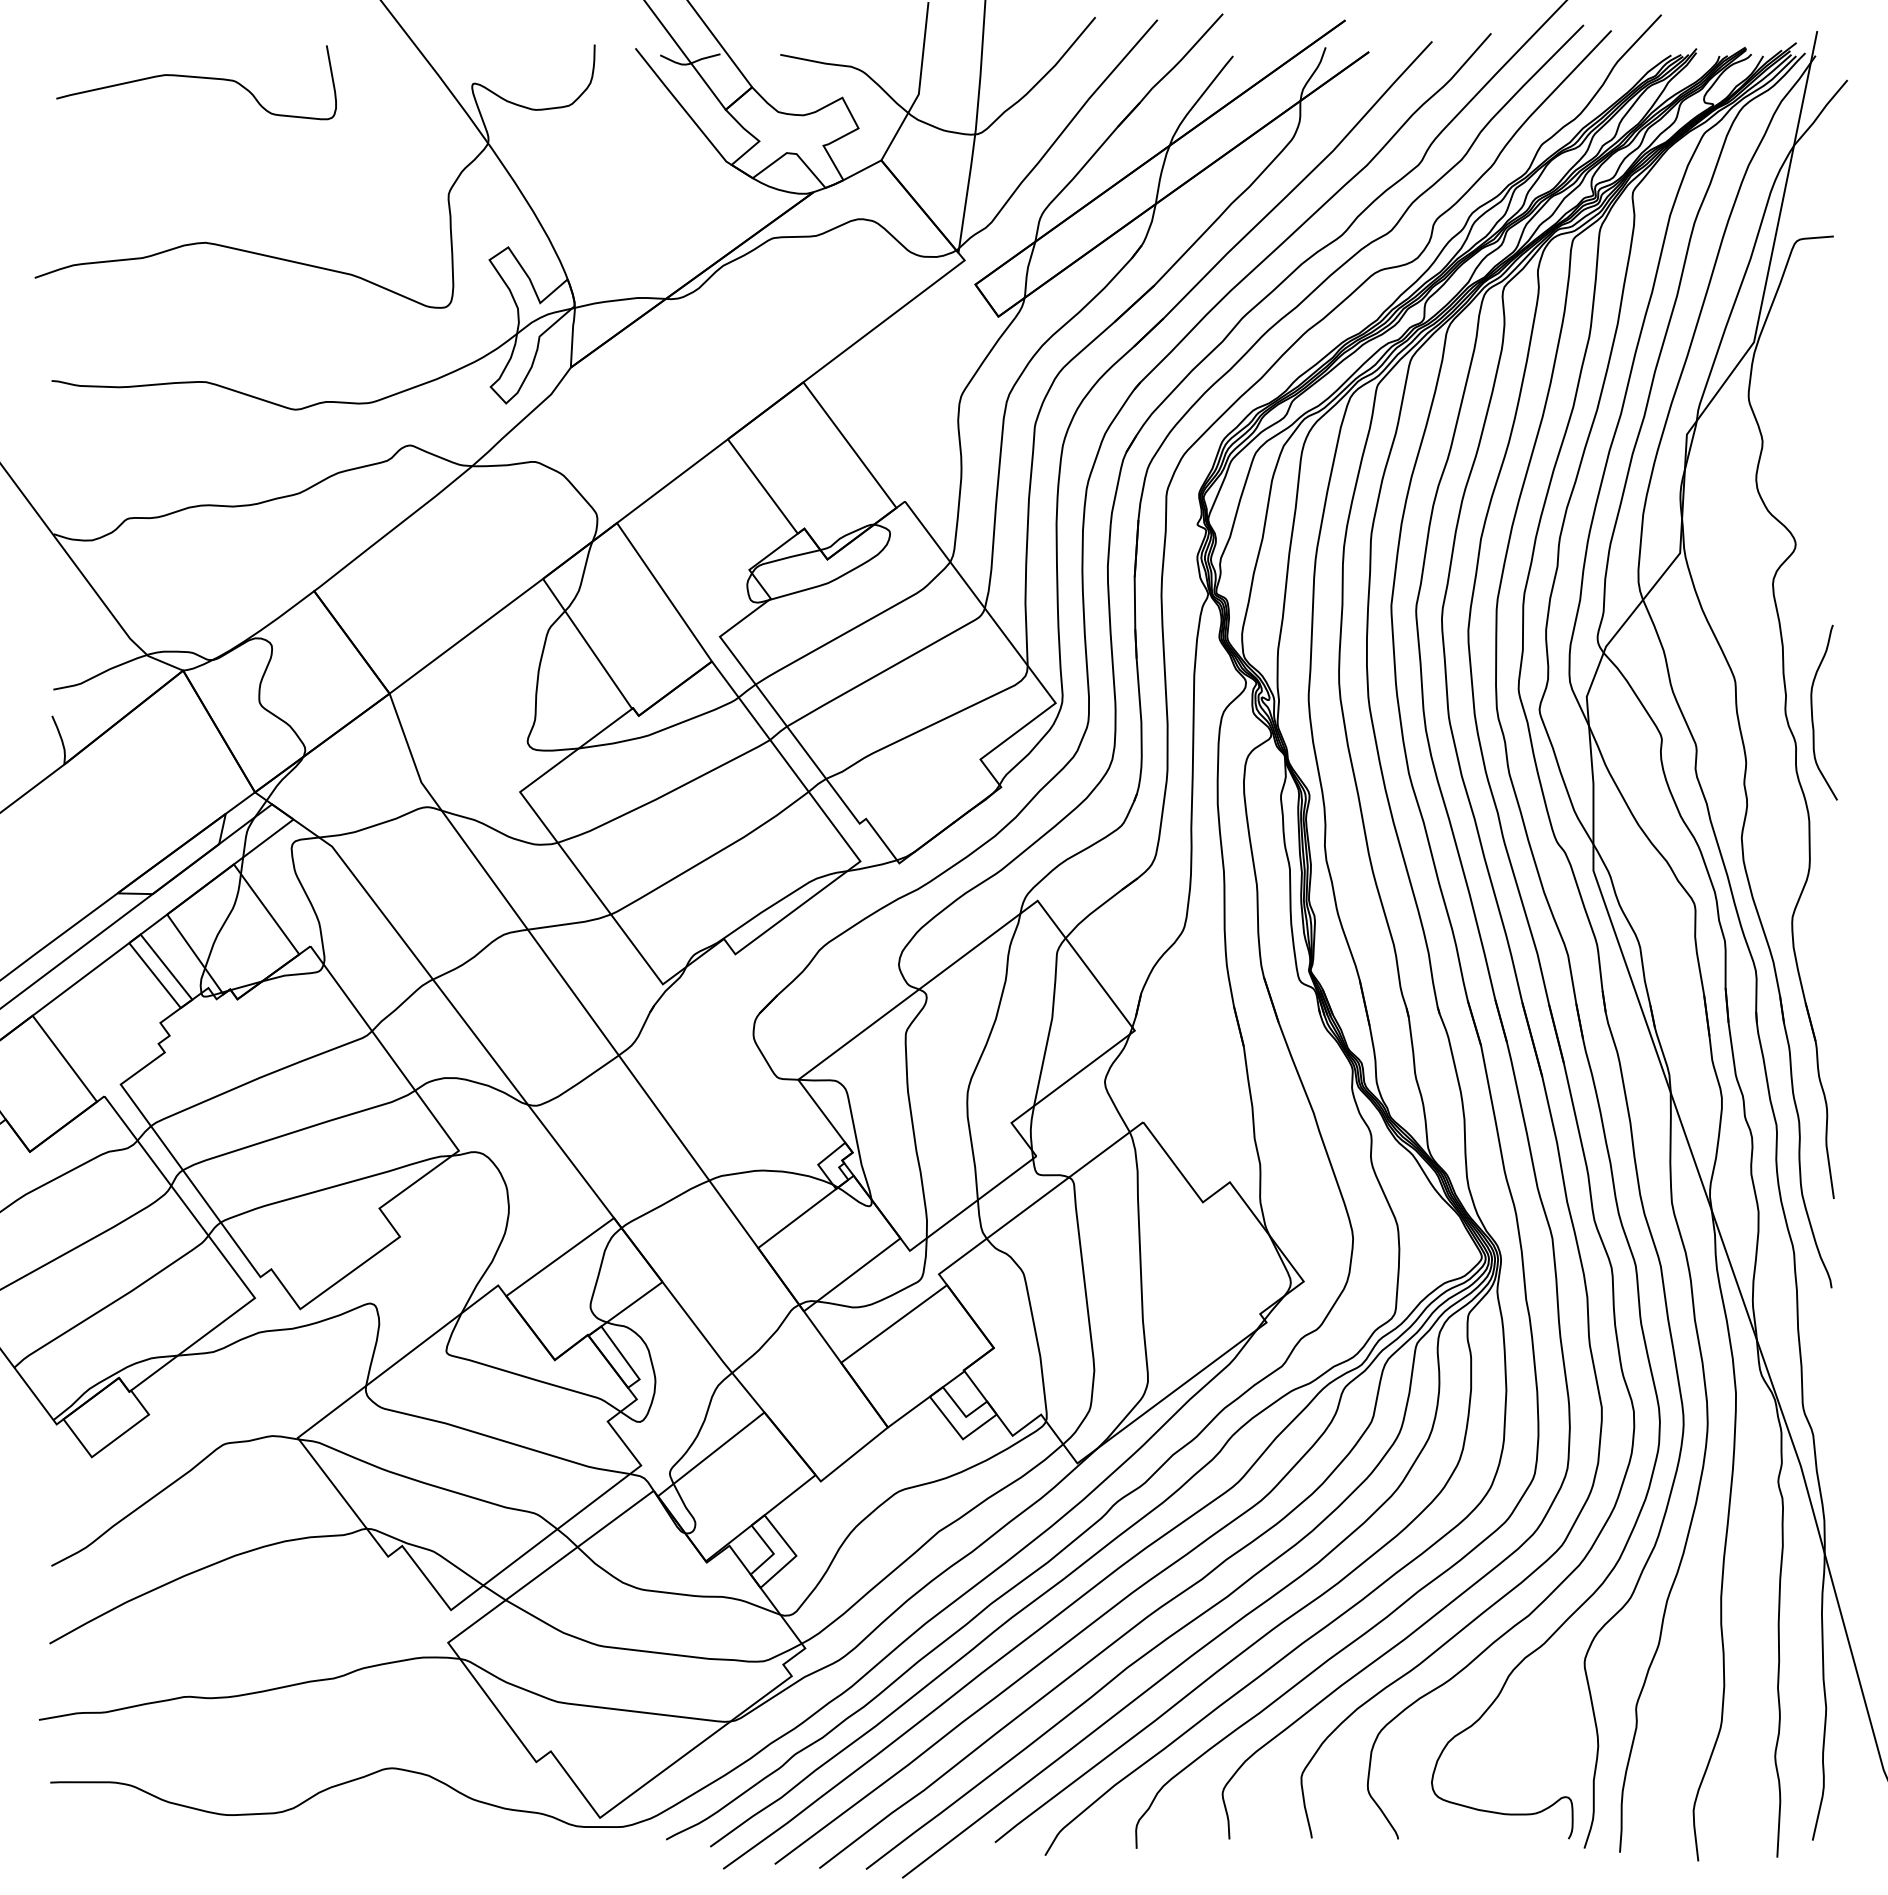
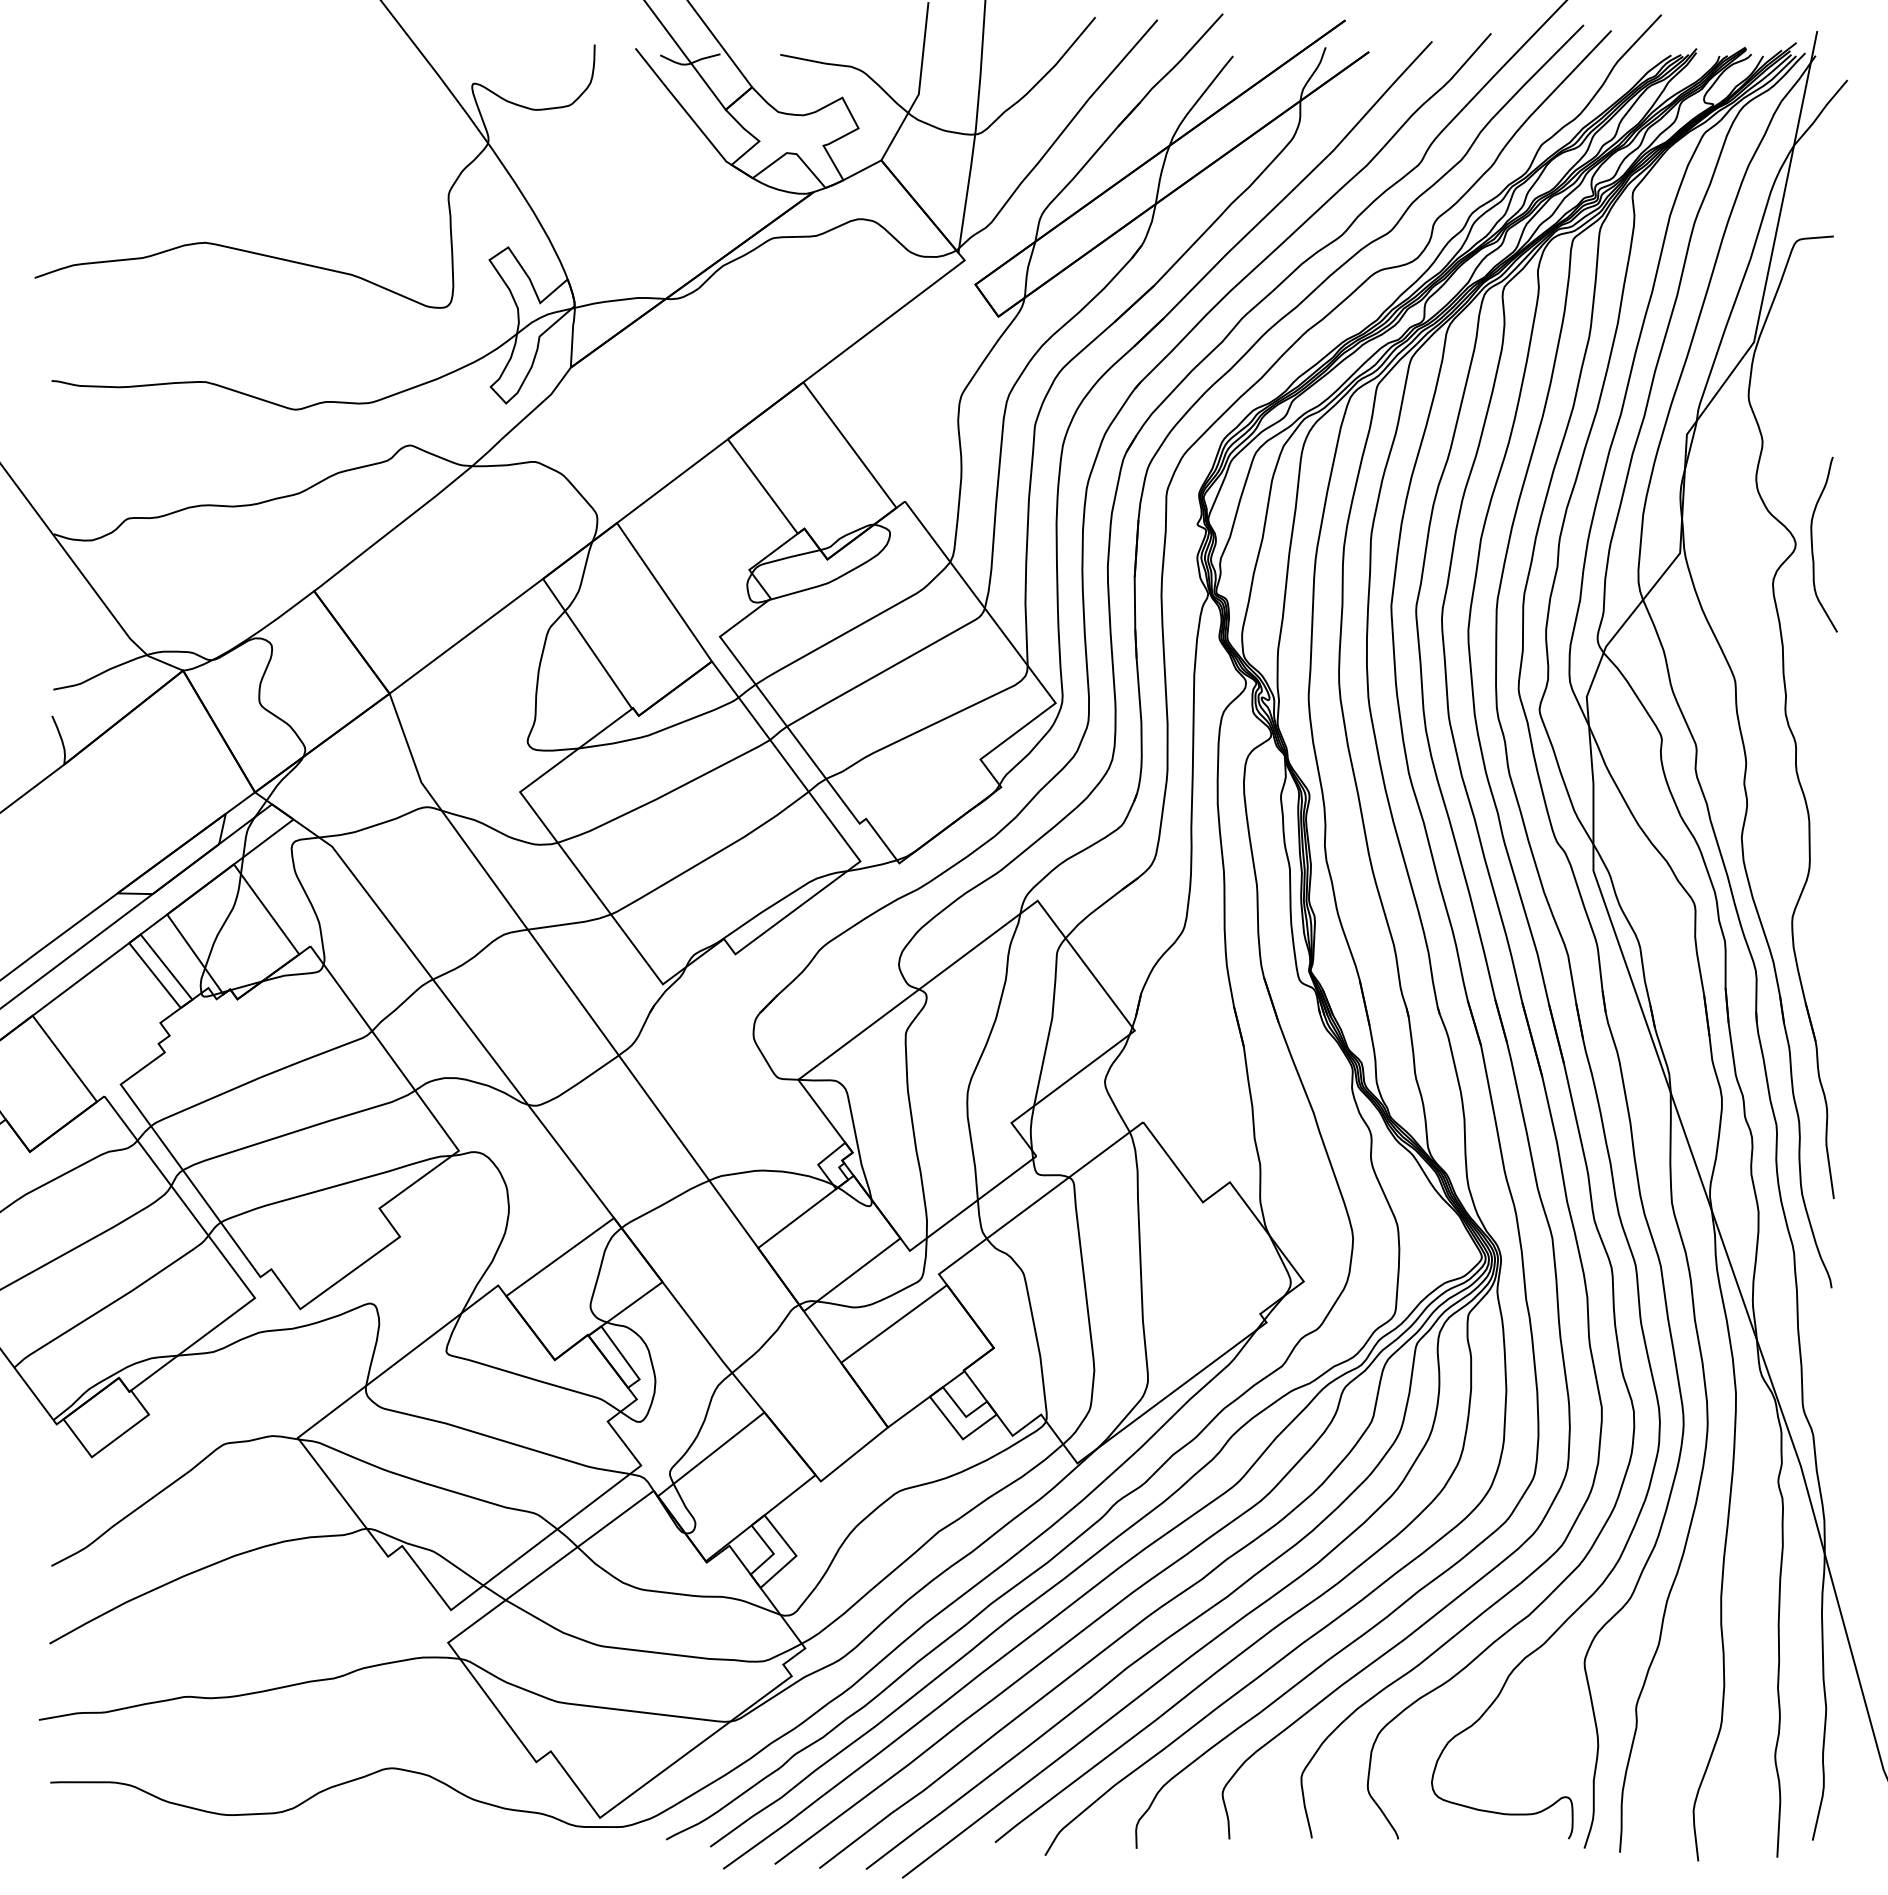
curve at (196, 78): present -> none
curve at (1812, 712) position: (1812, 712) -> (1812, 544)
